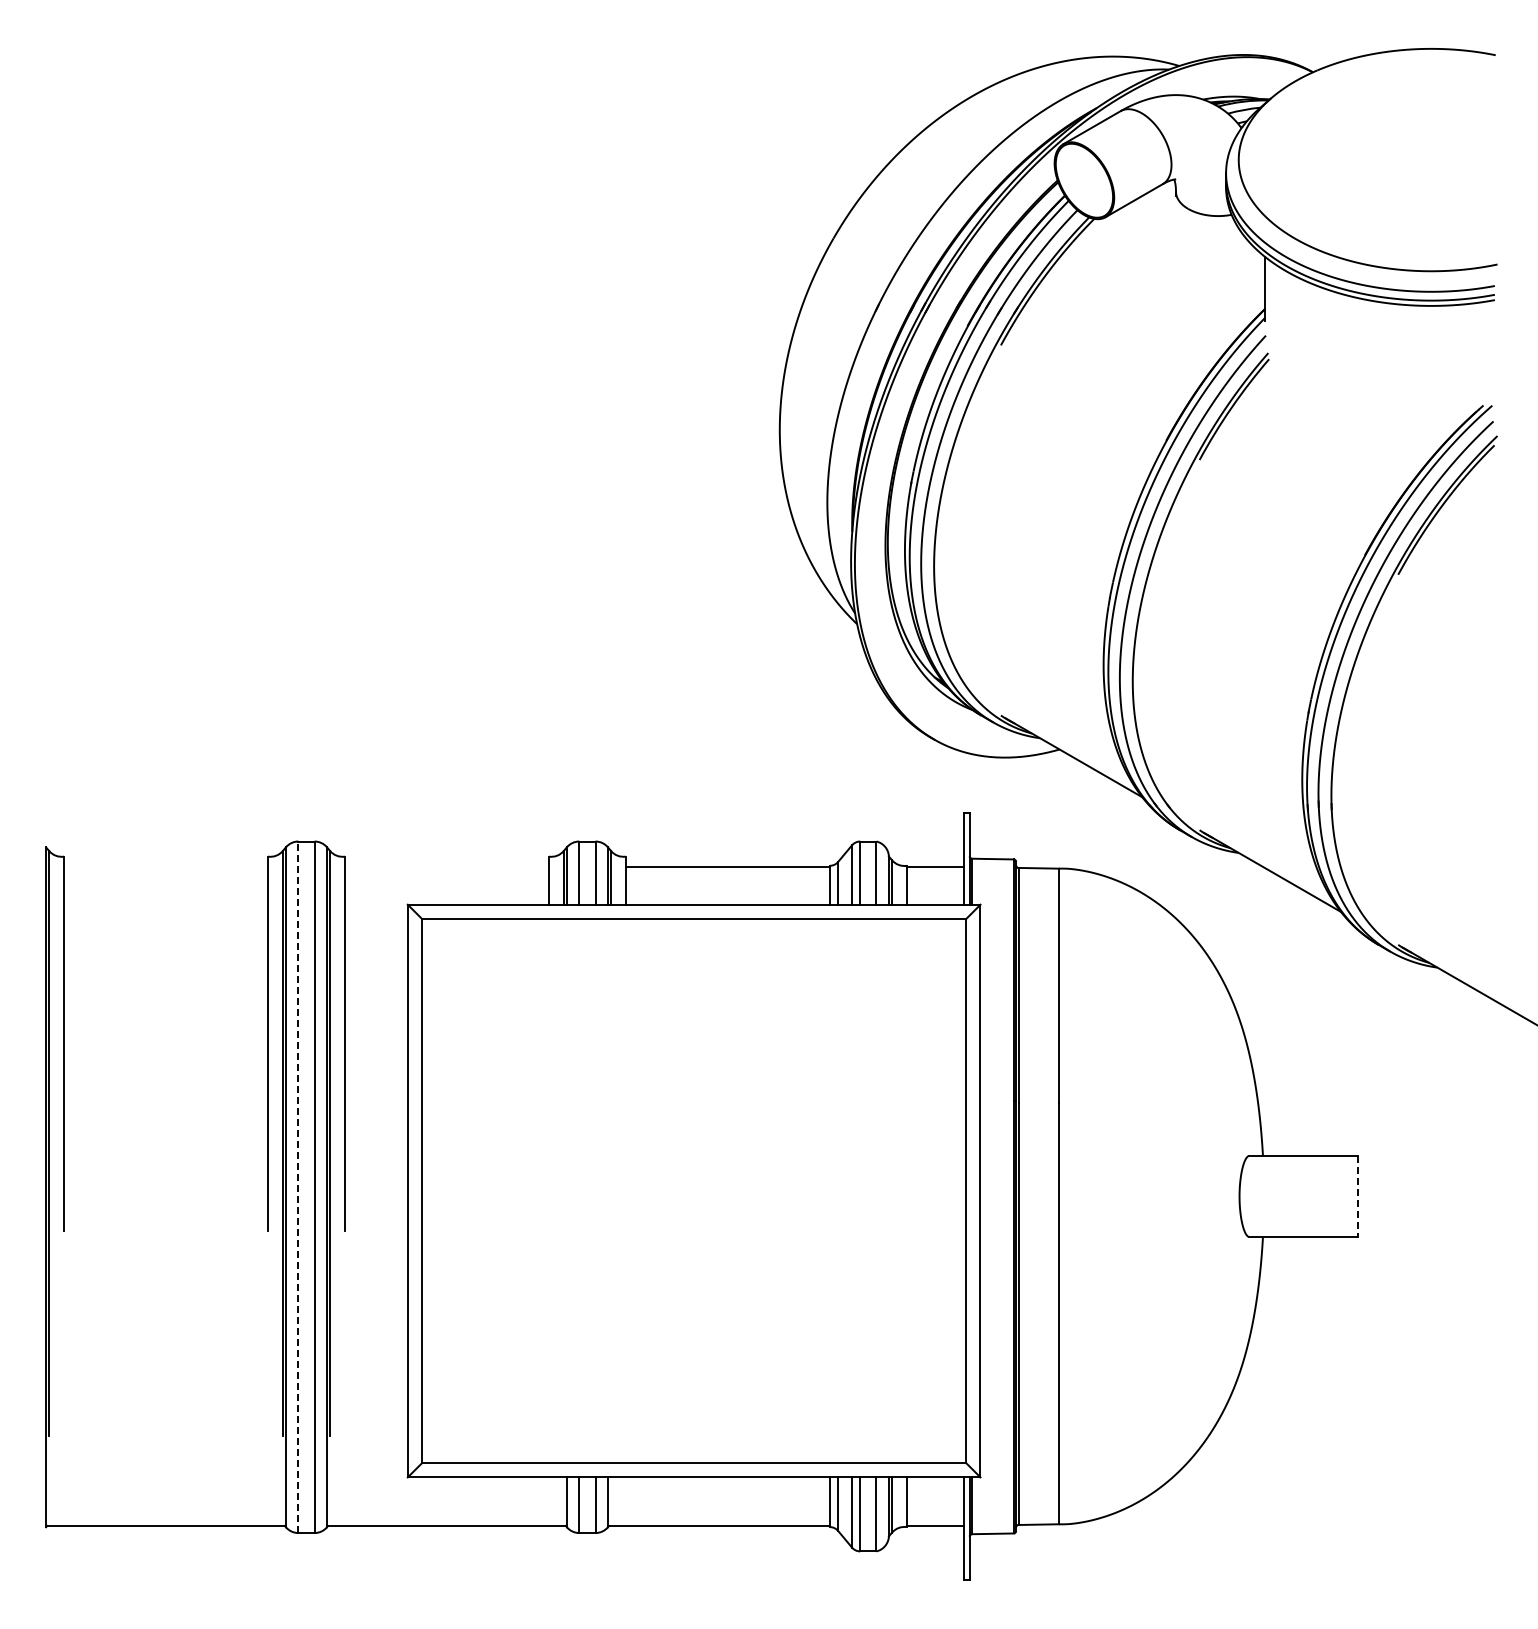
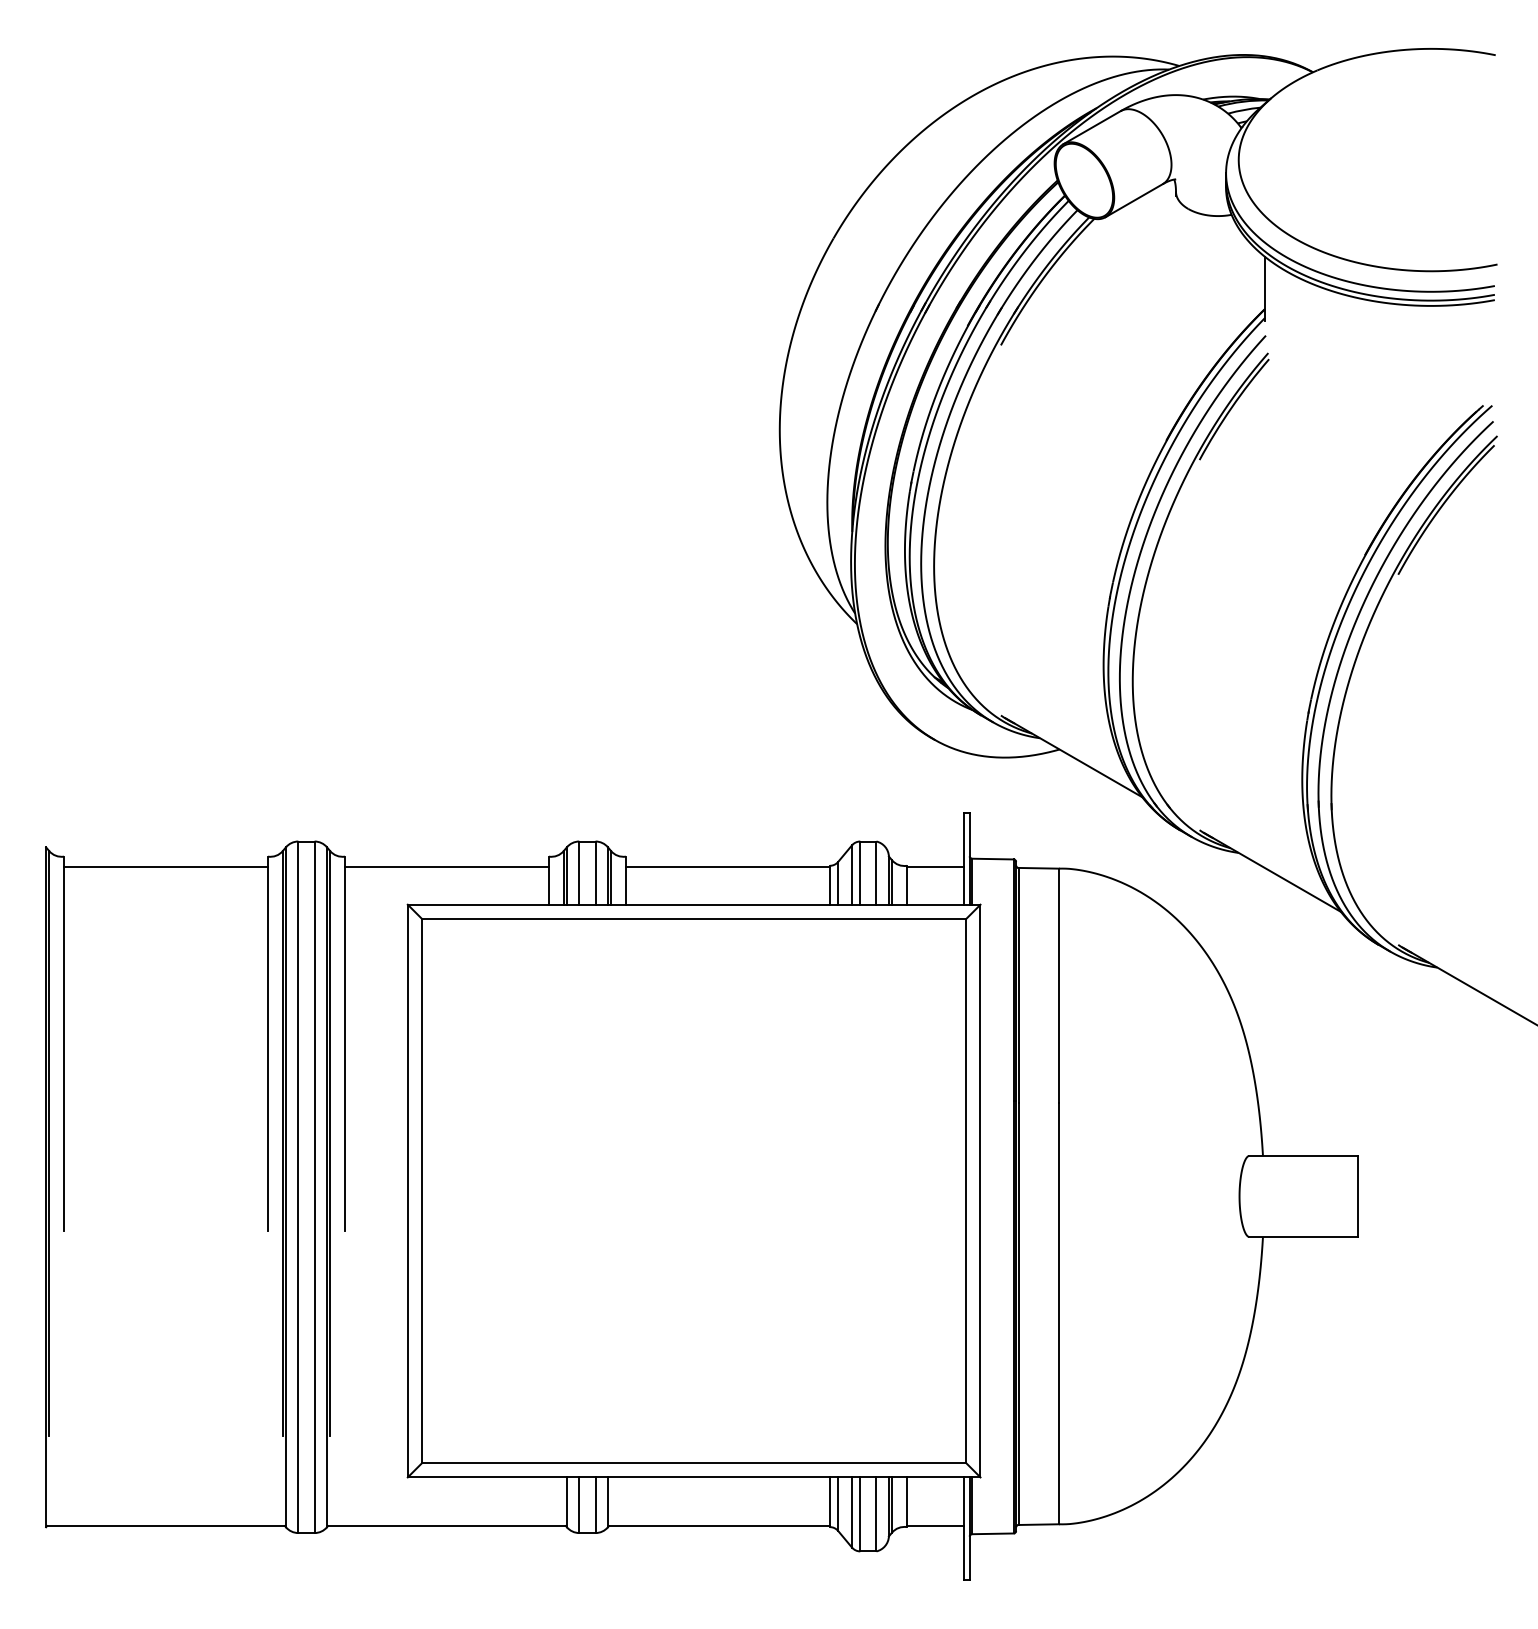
line at (166, 866): none -> present
line at (446, 866): none -> present
line at (298, 1187): dashed -> solid
line at (1357, 1196): dashed -> solid
